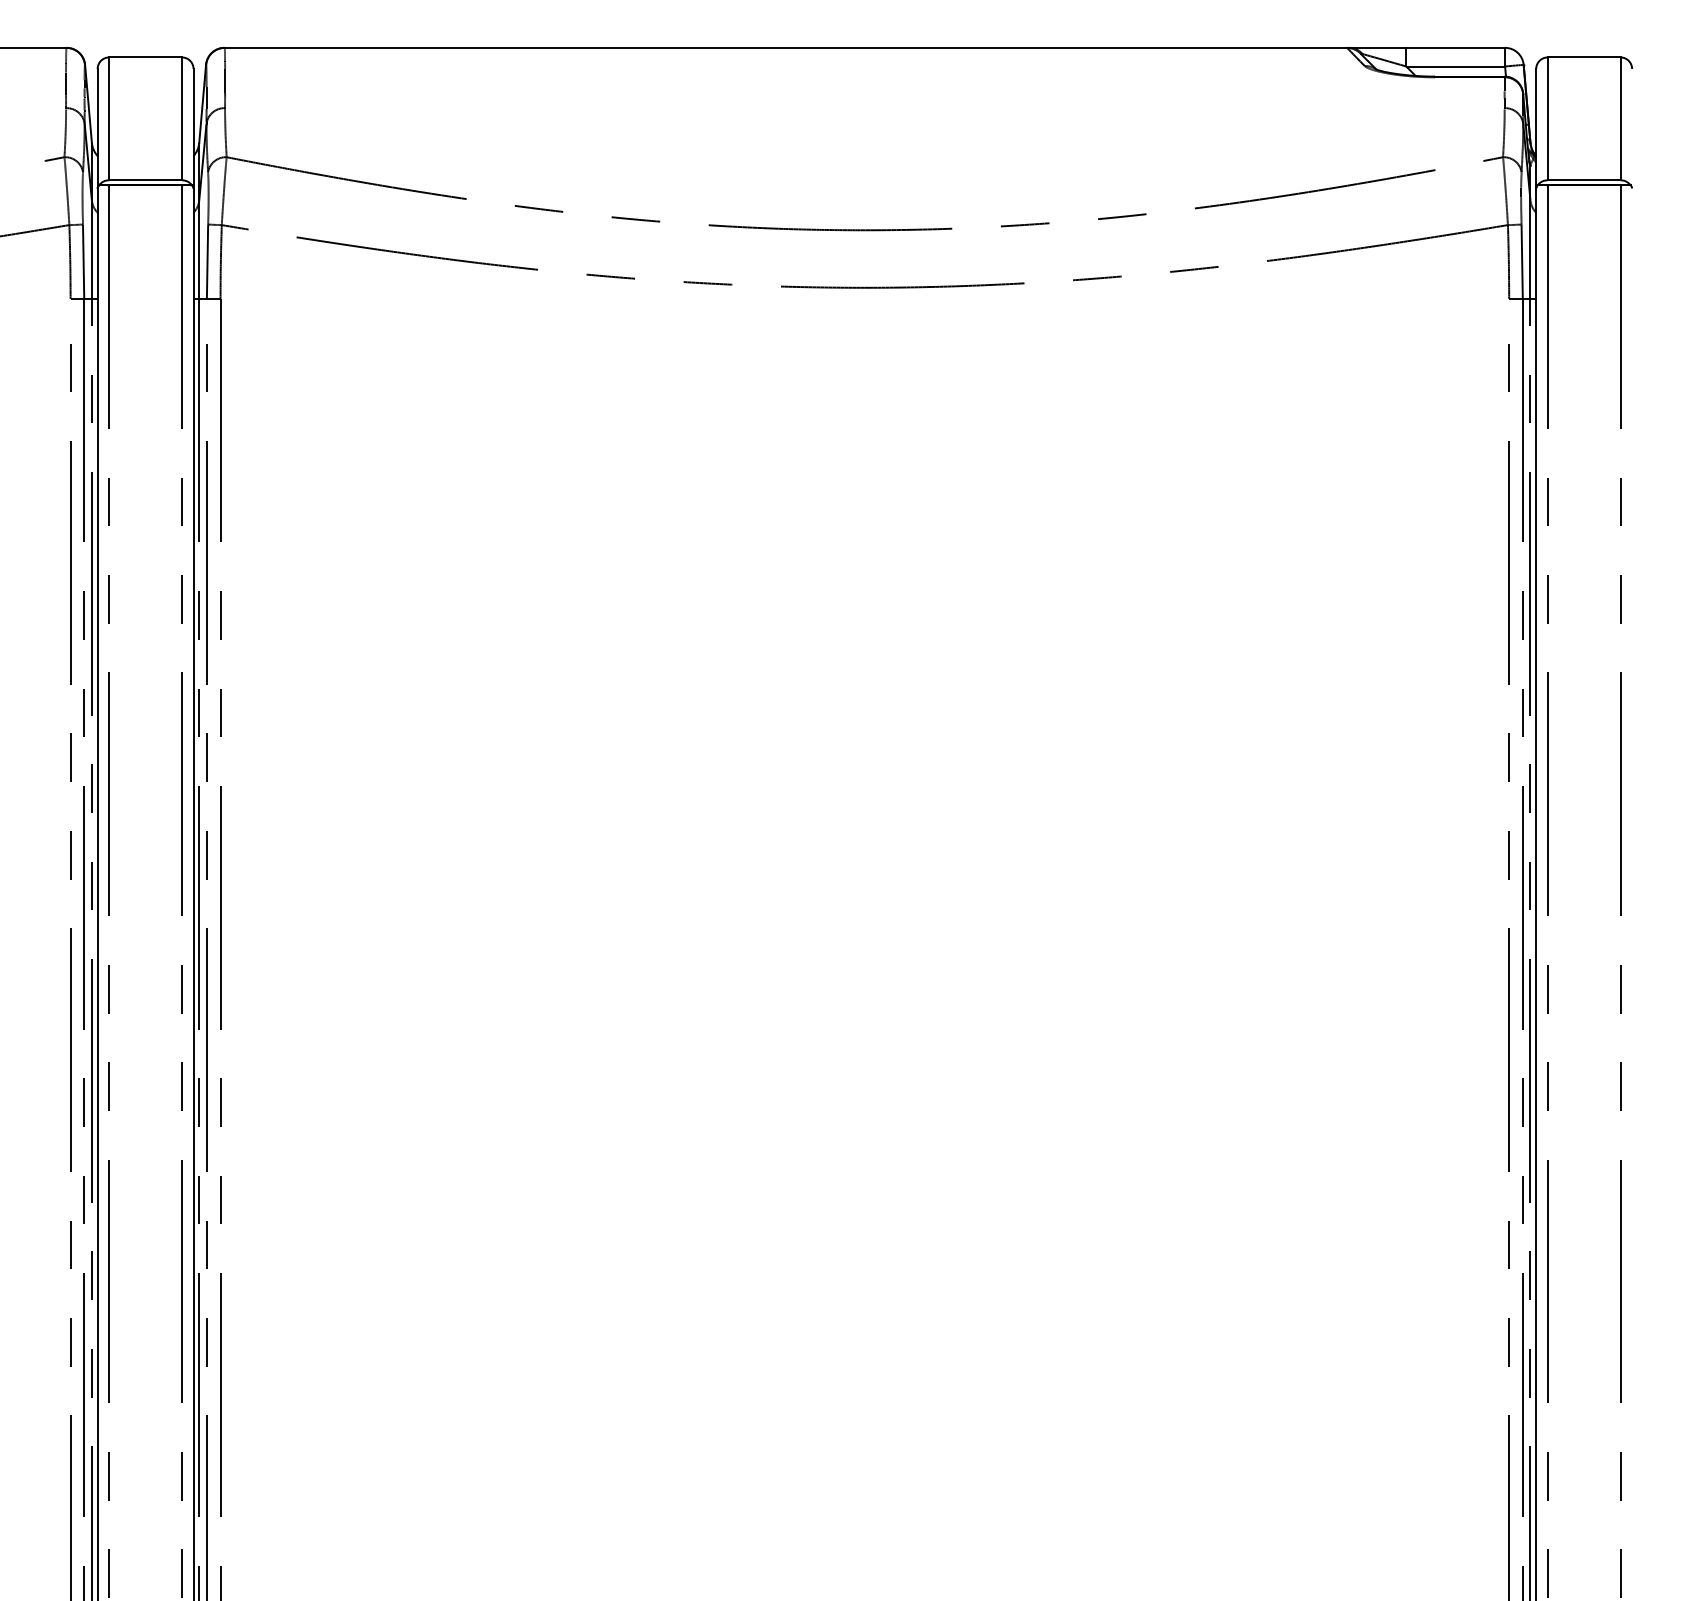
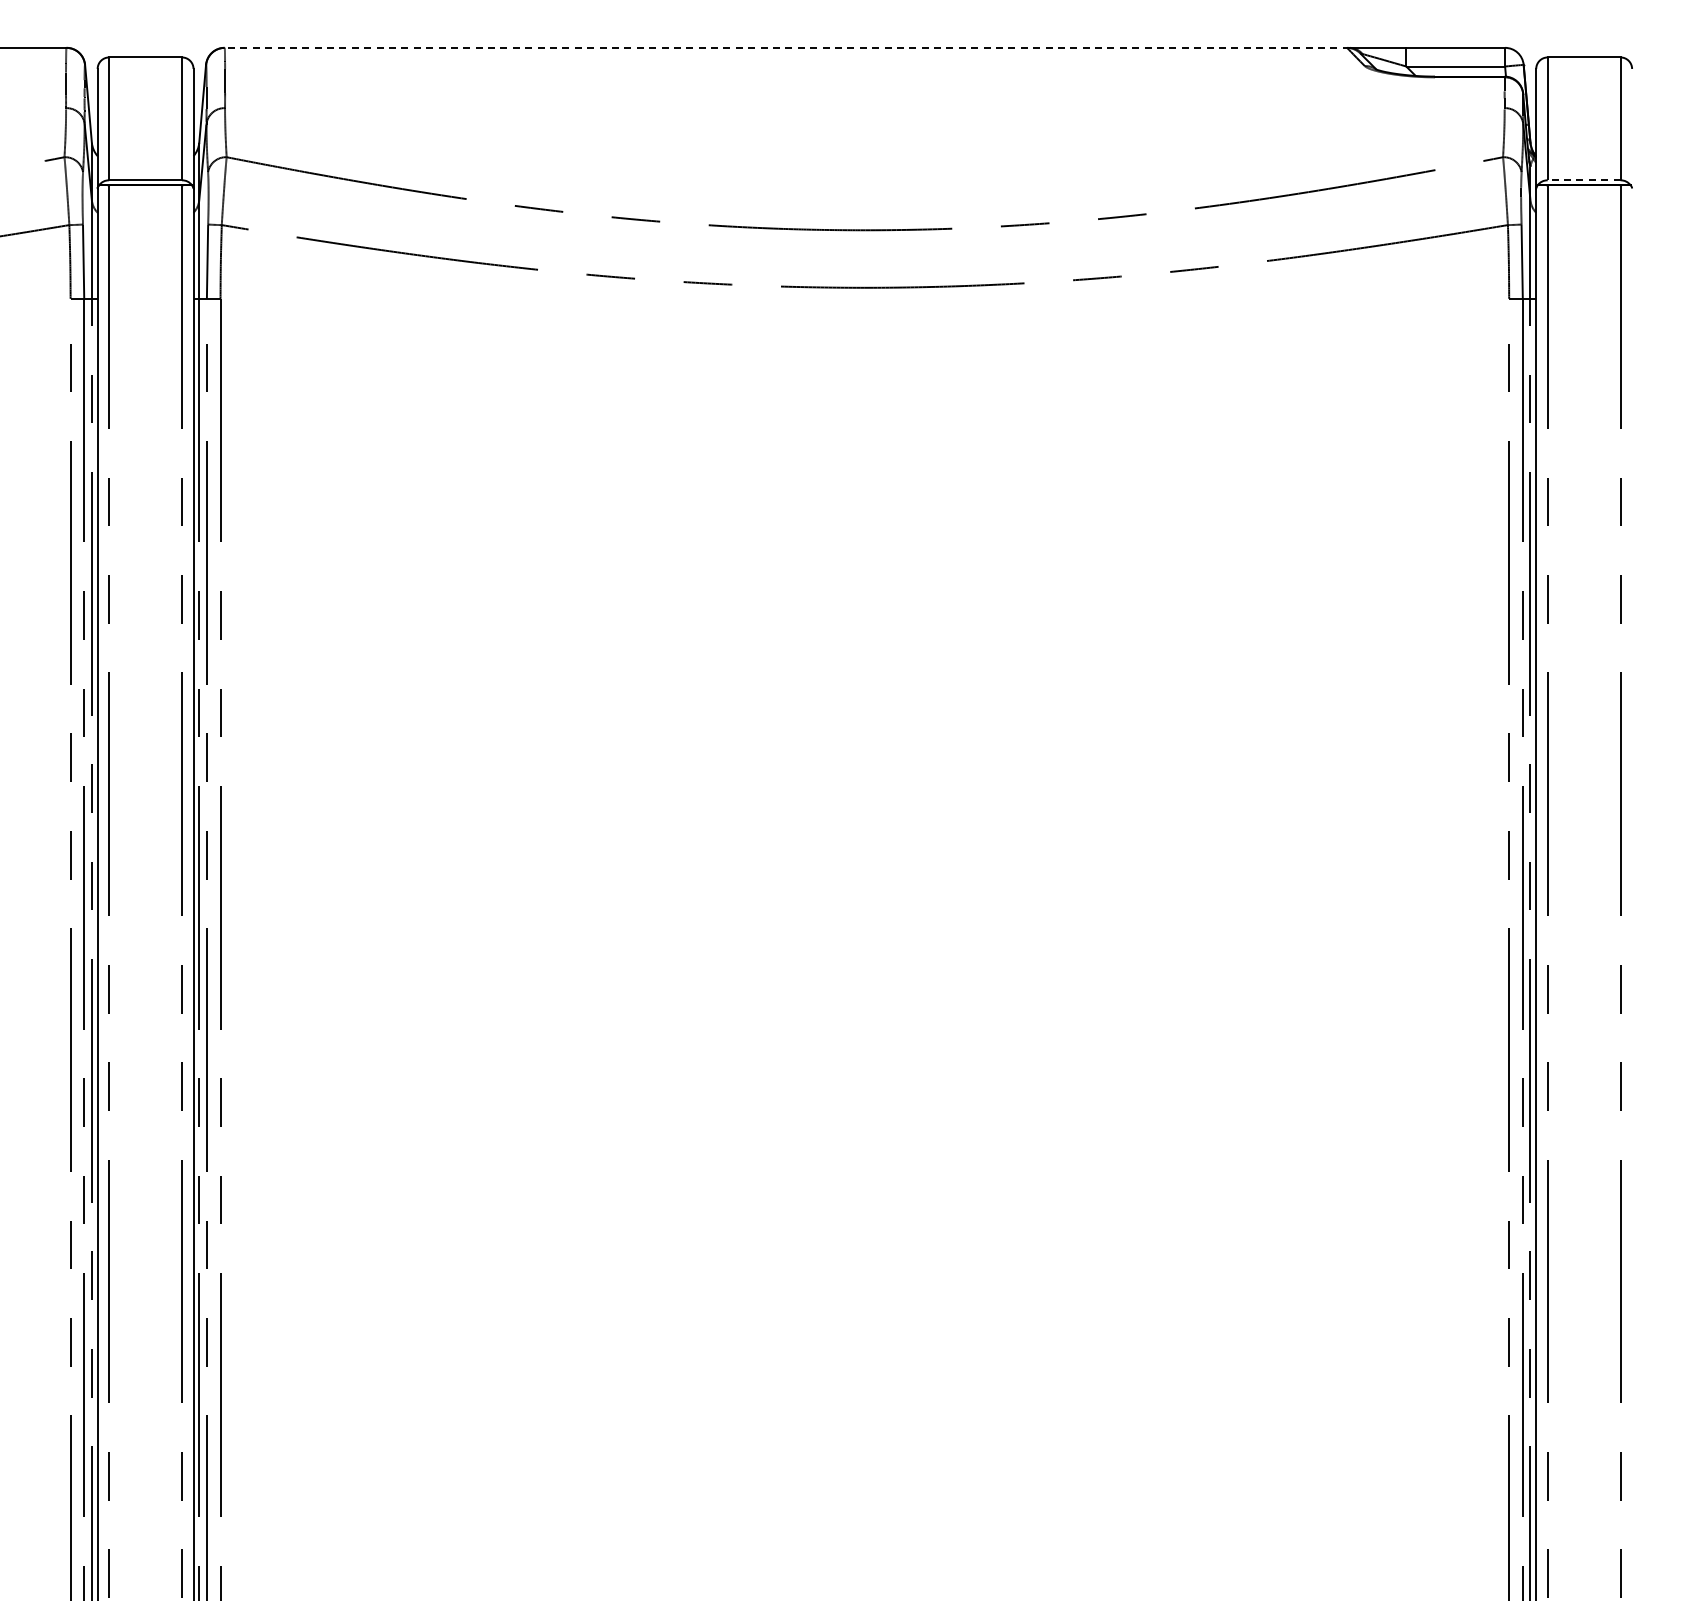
line at (787, 47): solid -> dashed
line at (1583, 180): solid -> dashed
